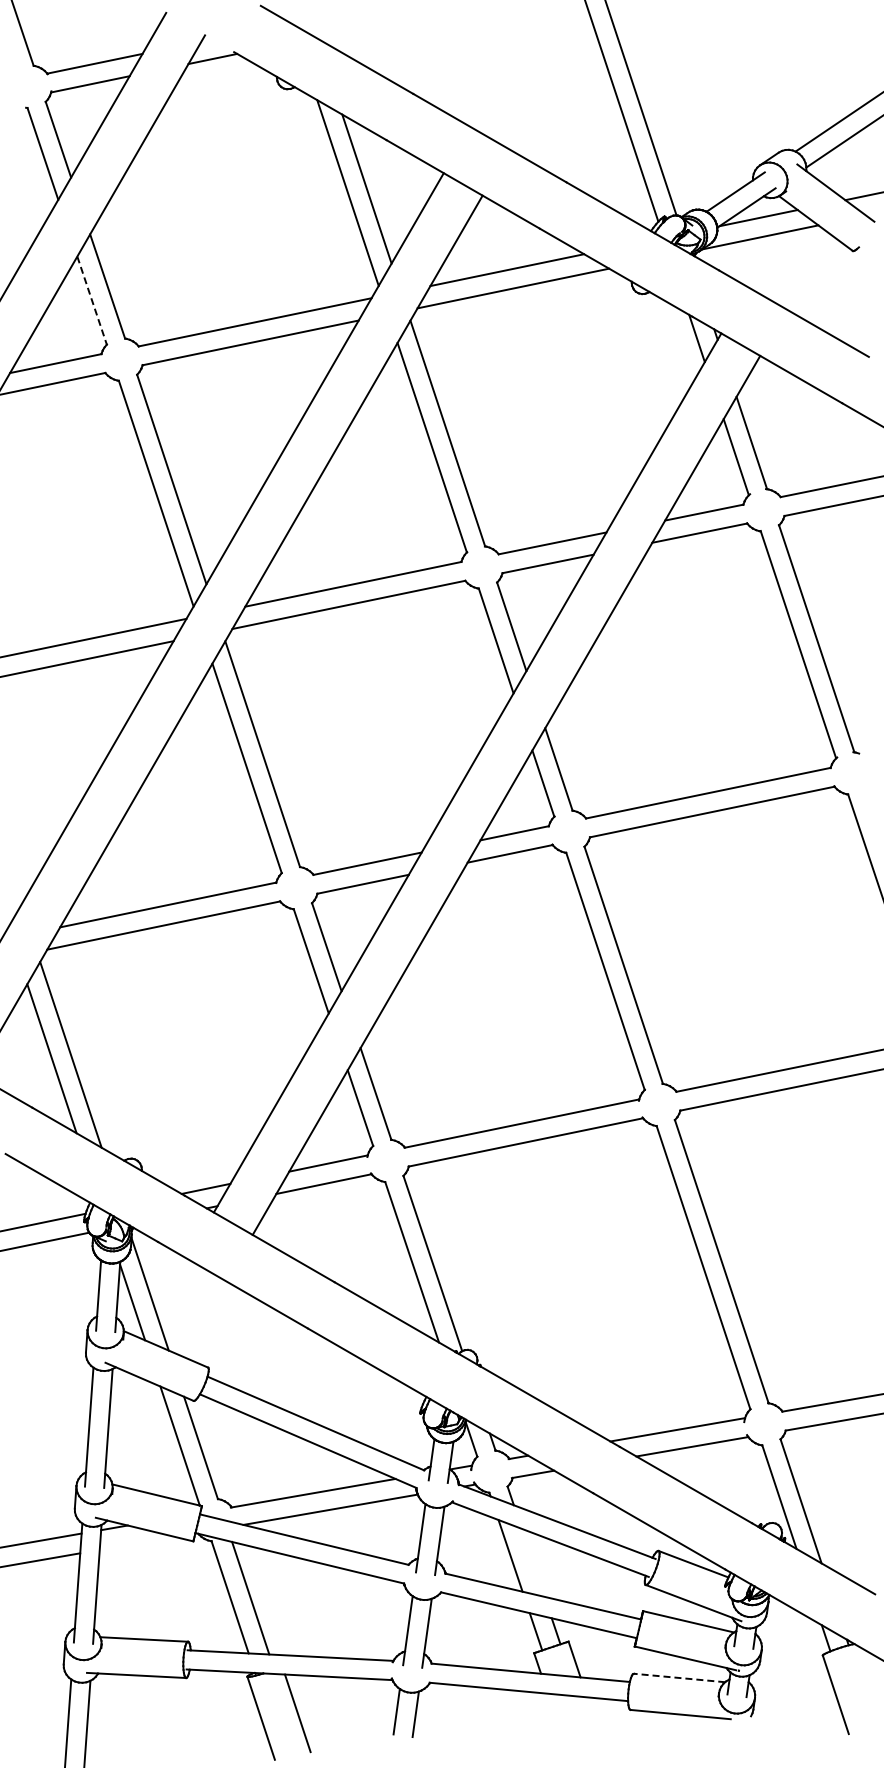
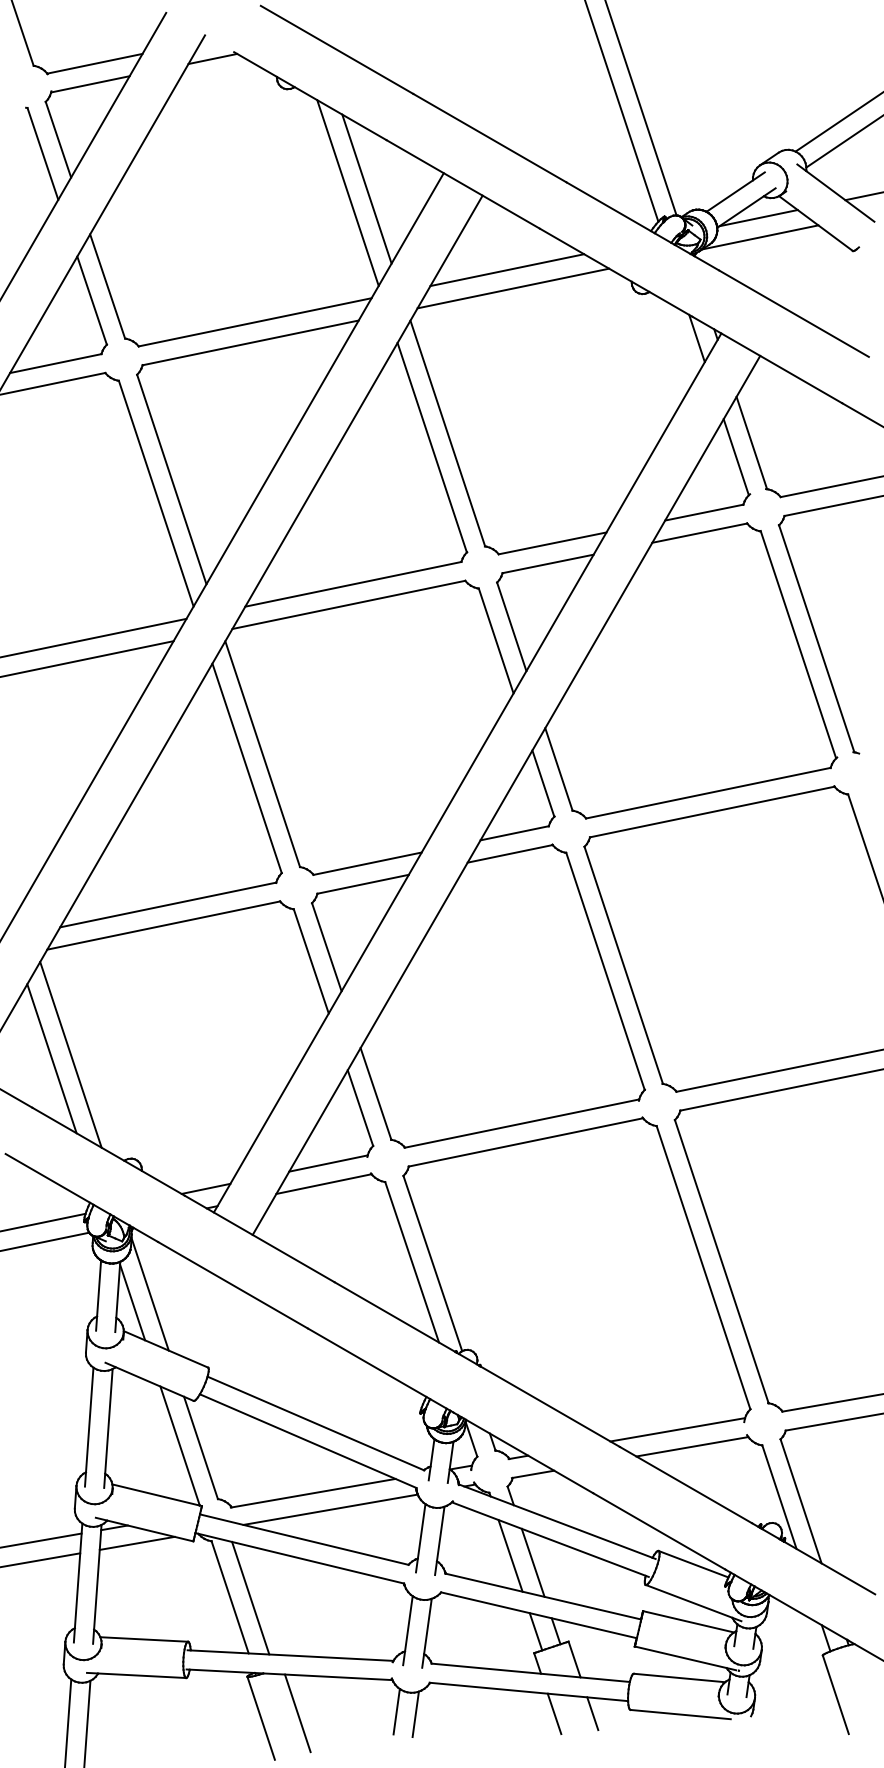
line at (92, 301): dashed -> solid
line at (136, 1542): none -> present
line at (532, 1562): none -> present
line at (679, 1677): dashed -> solid
line at (554, 1713): none -> present
line at (592, 1713): none -> present
